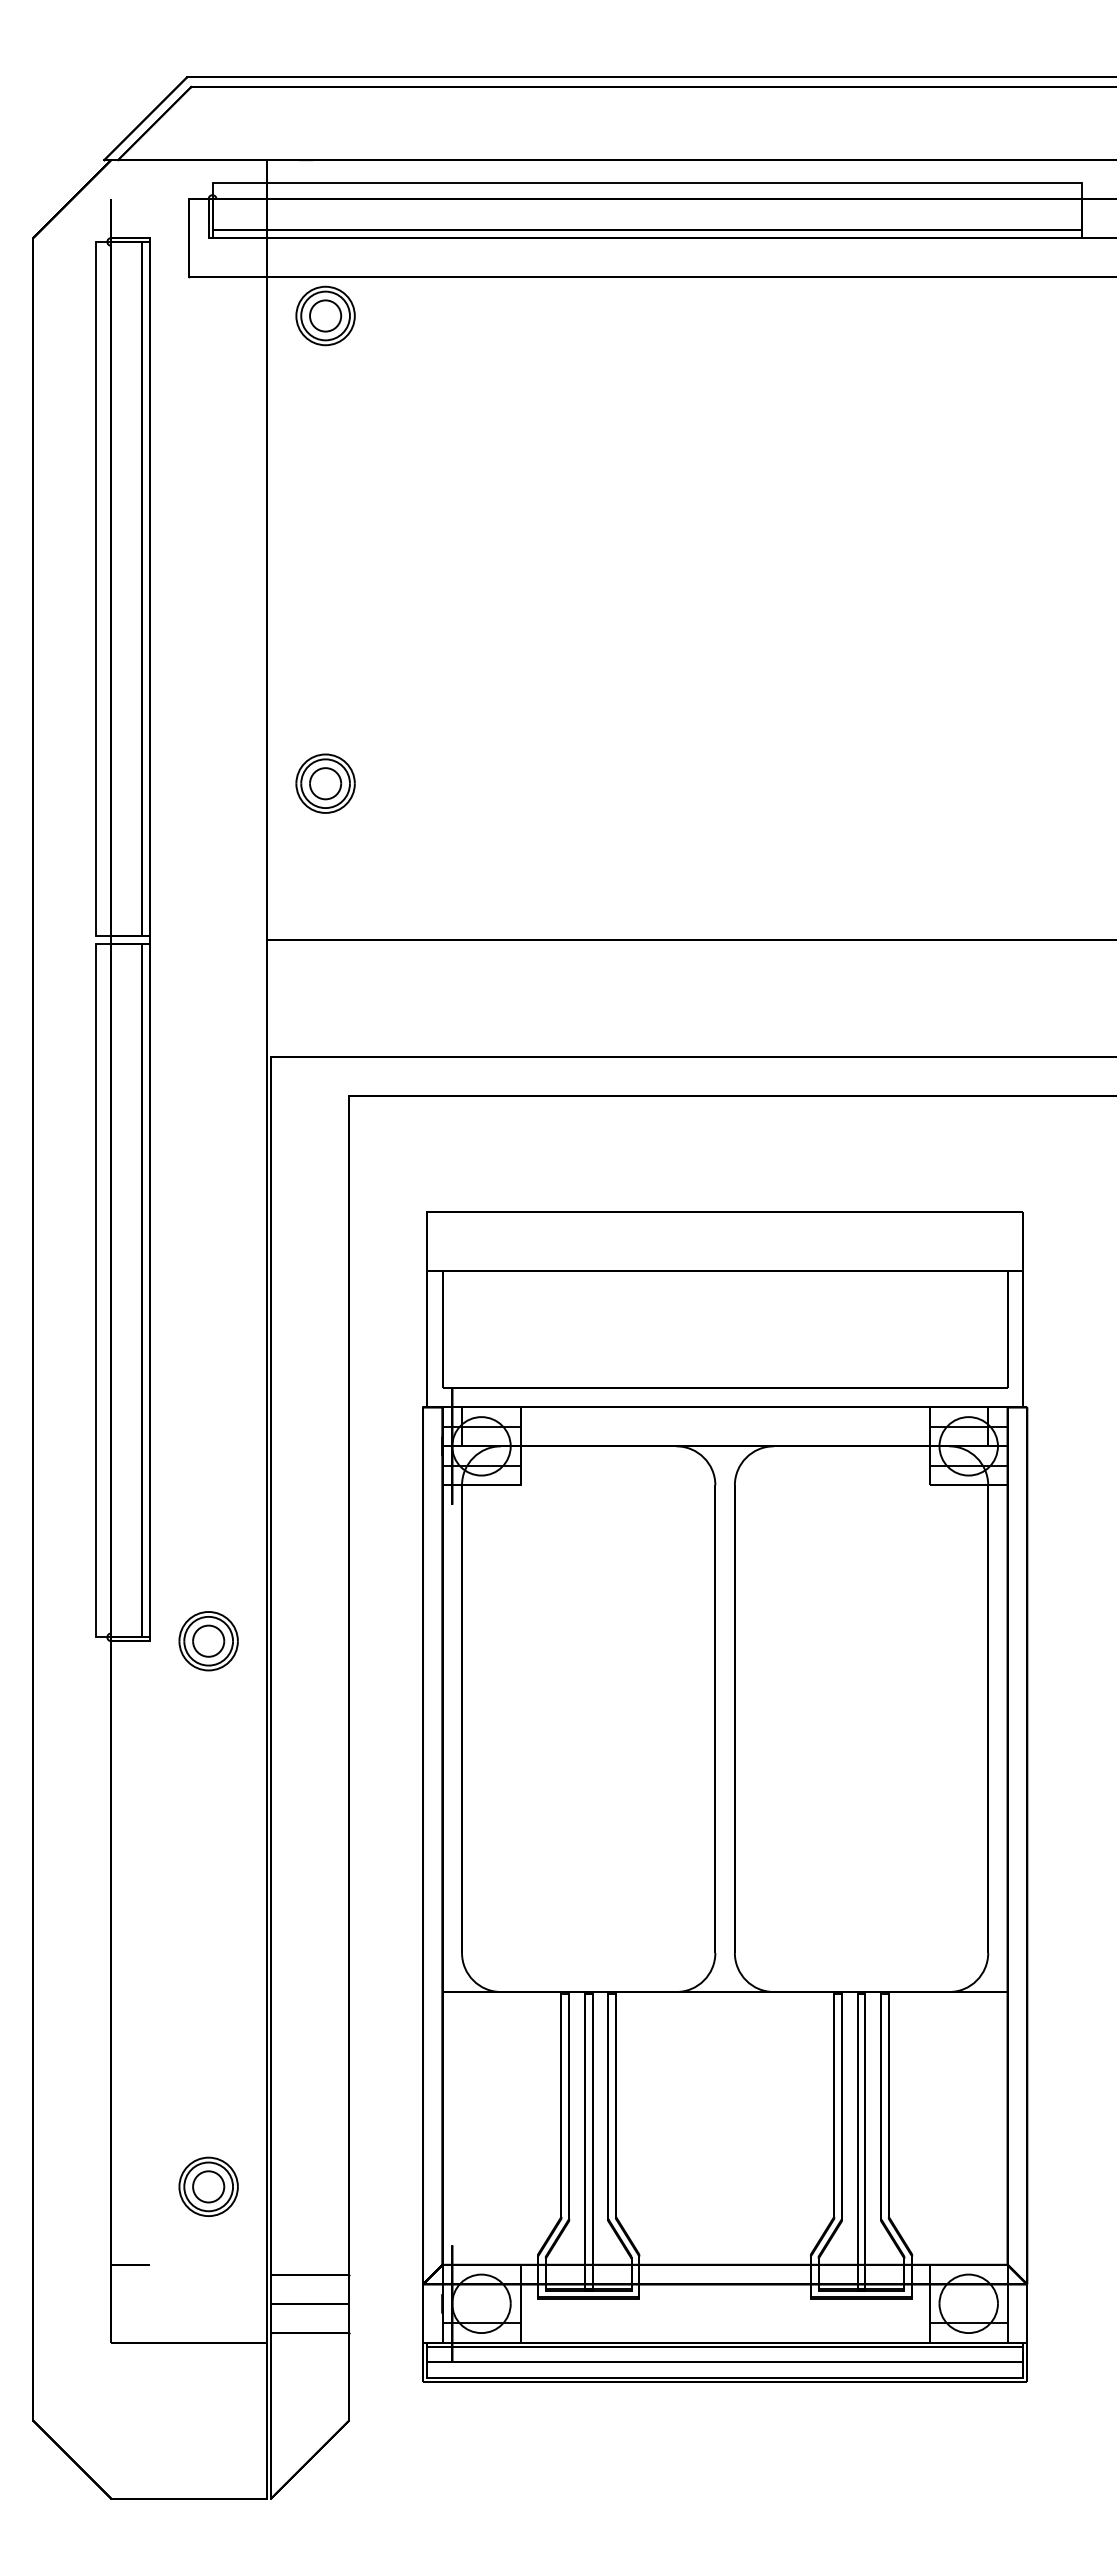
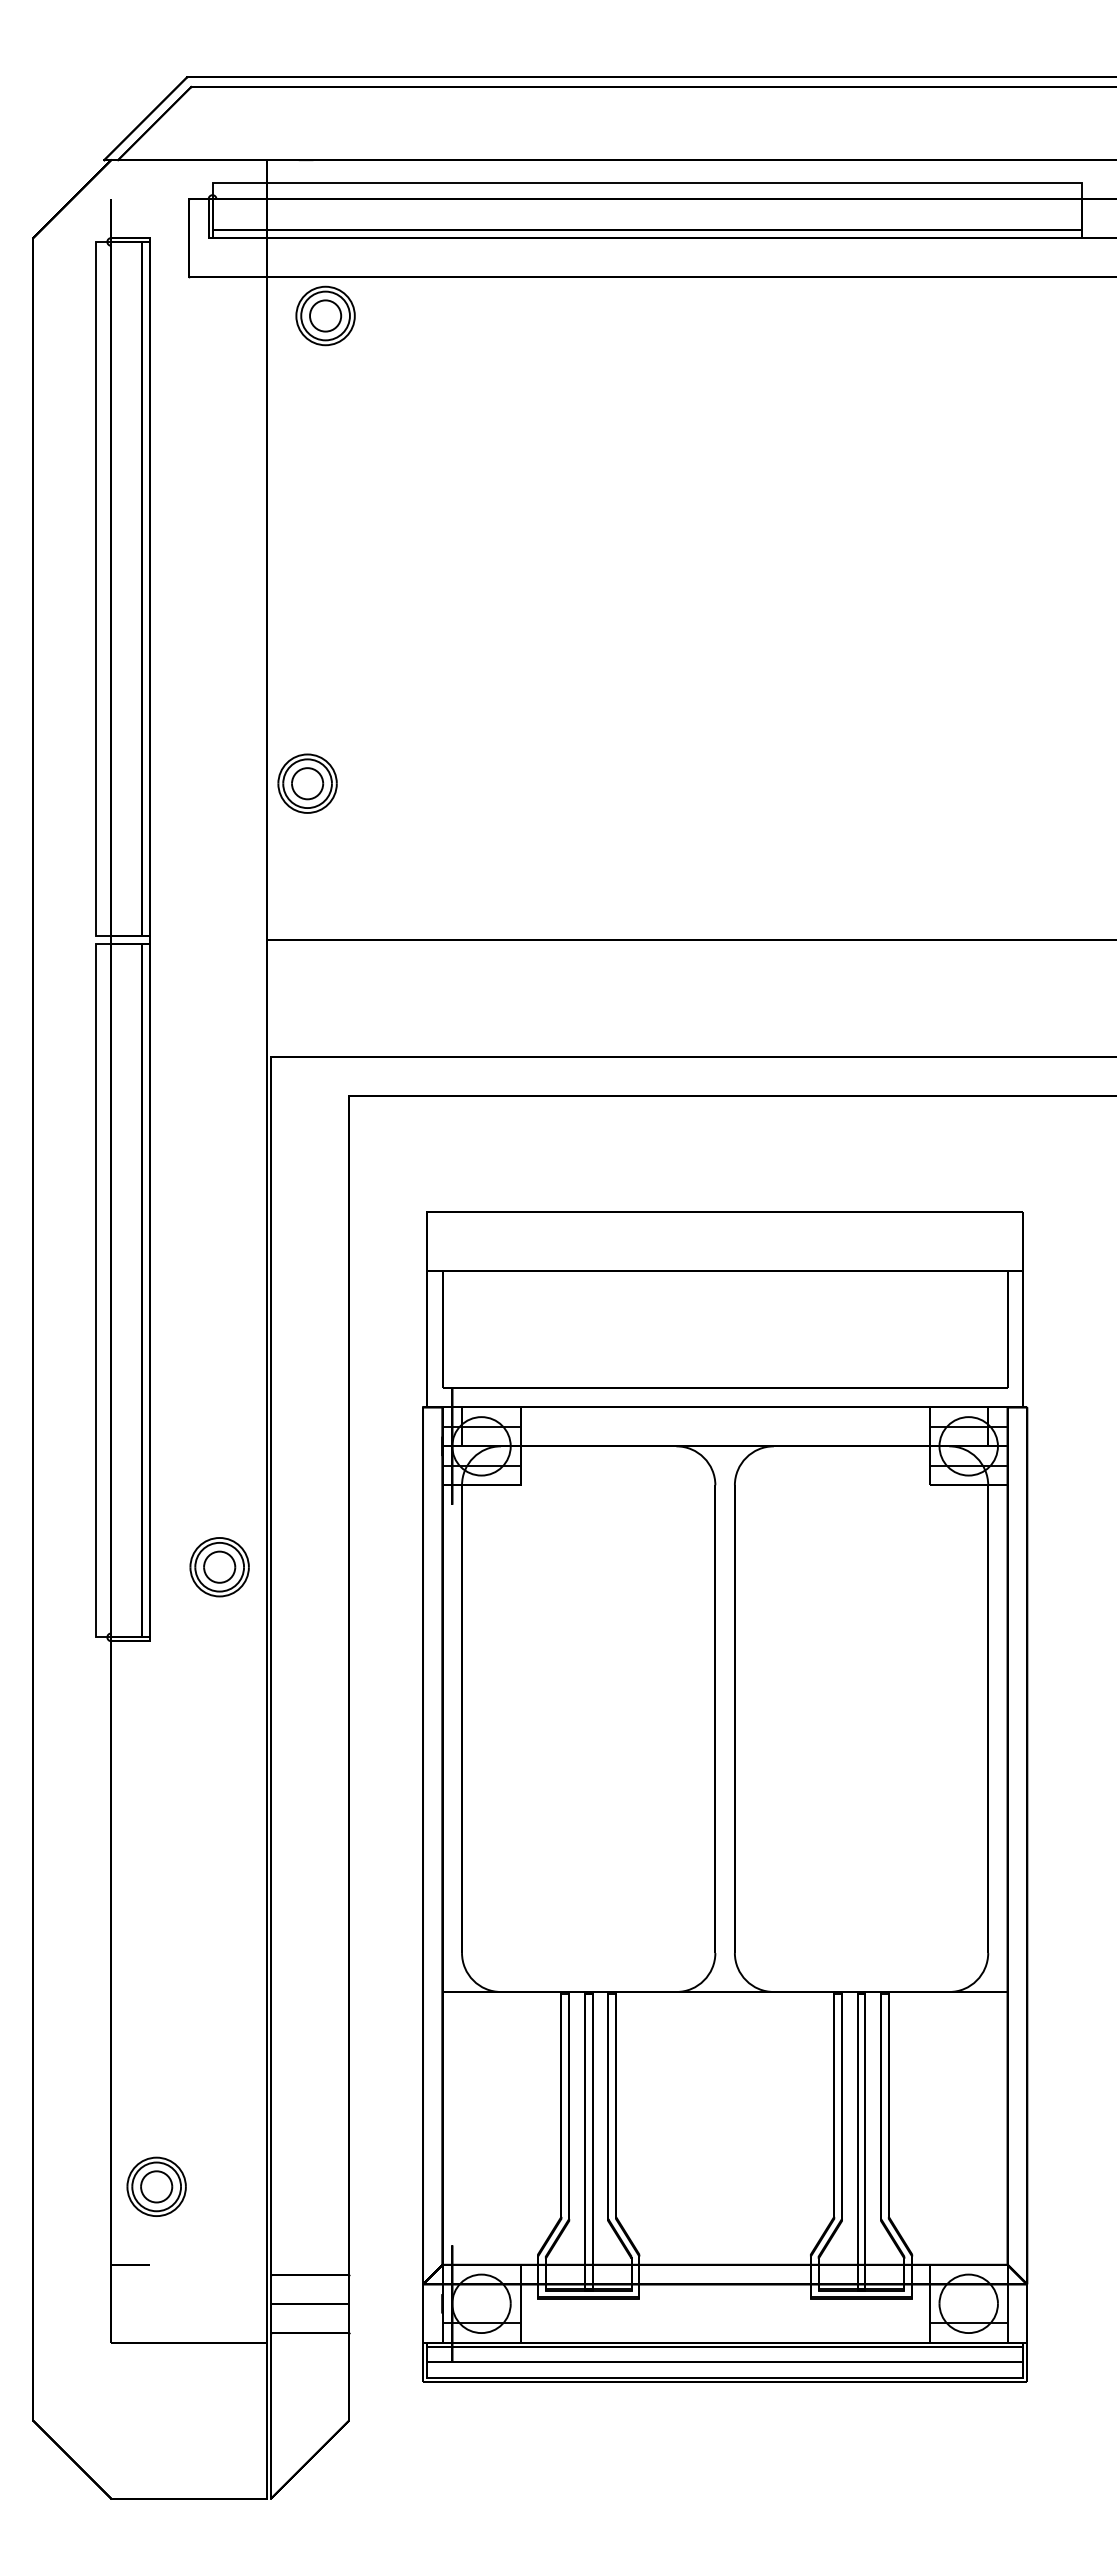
part at (325, 783) position: (325, 783) -> (307, 783)
part at (208, 1641) position: (208, 1641) -> (219, 1567)
part at (208, 2186) position: (208, 2186) -> (156, 2186)
